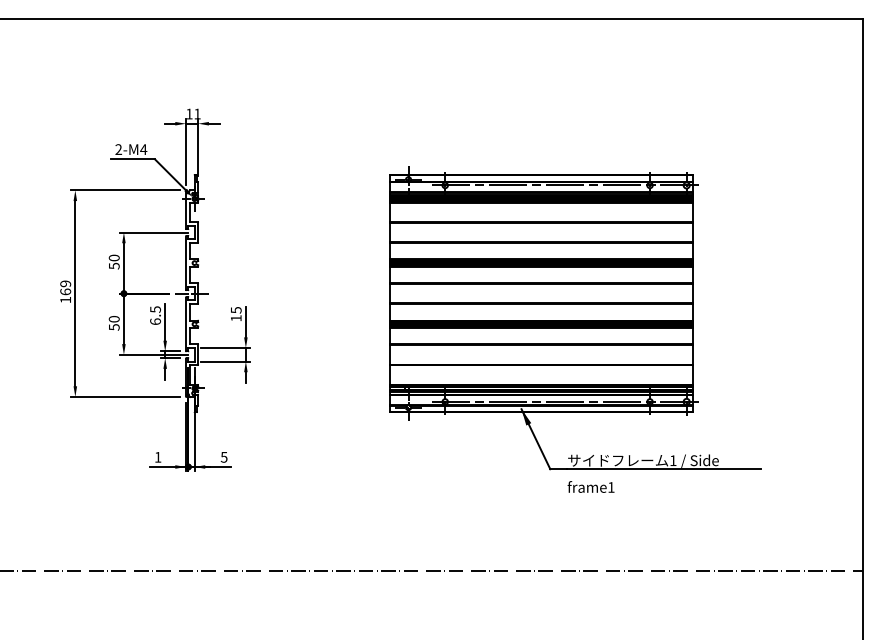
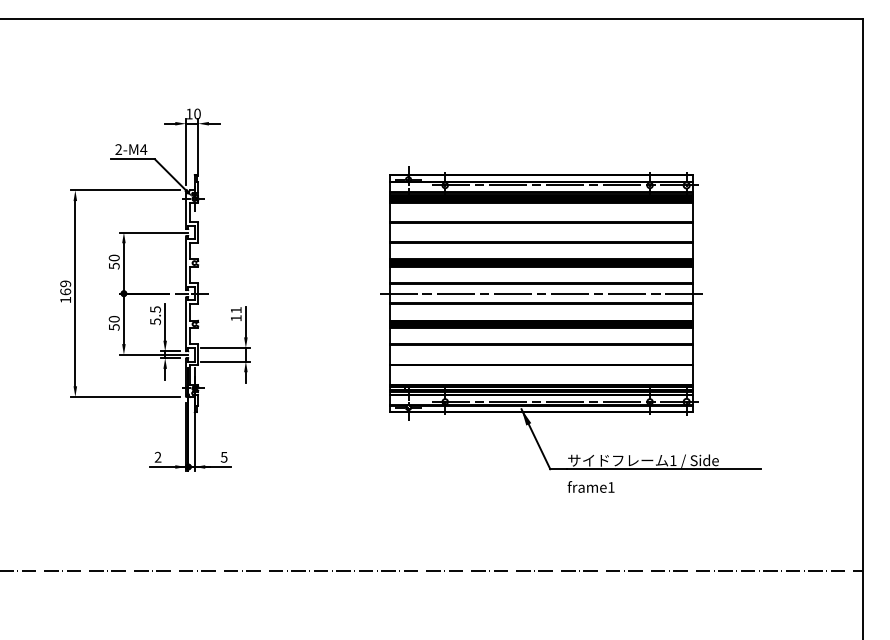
text at (197, 113): 11 -> 10
line at (541, 293): none -> present
text at (236, 310): 15 -> 11
text at (155, 321): 6.5 -> 5.5
text at (157, 456): 1 -> 2
